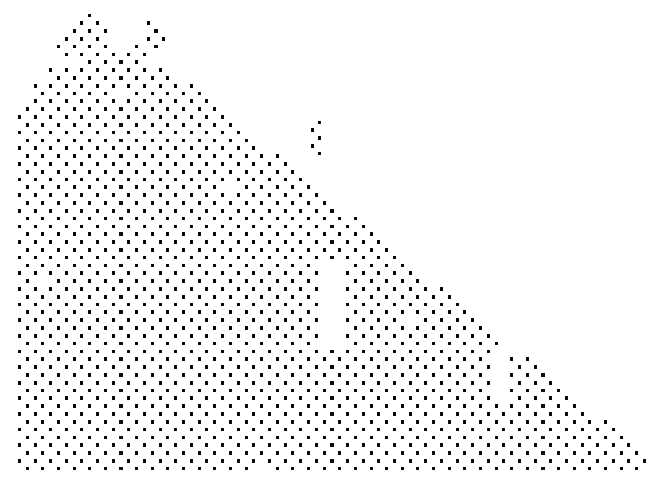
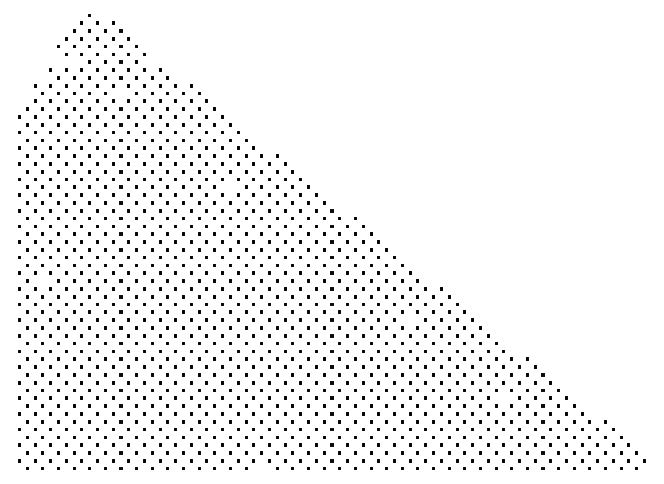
part at (155, 34) position: (155, 34) -> (120, 34)
part at (315, 137): present -> none
part at (331, 304): none -> present
part at (499, 370): none -> present
